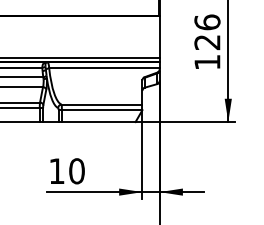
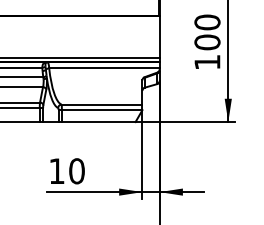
text at (207, 32): 126 -> 100
